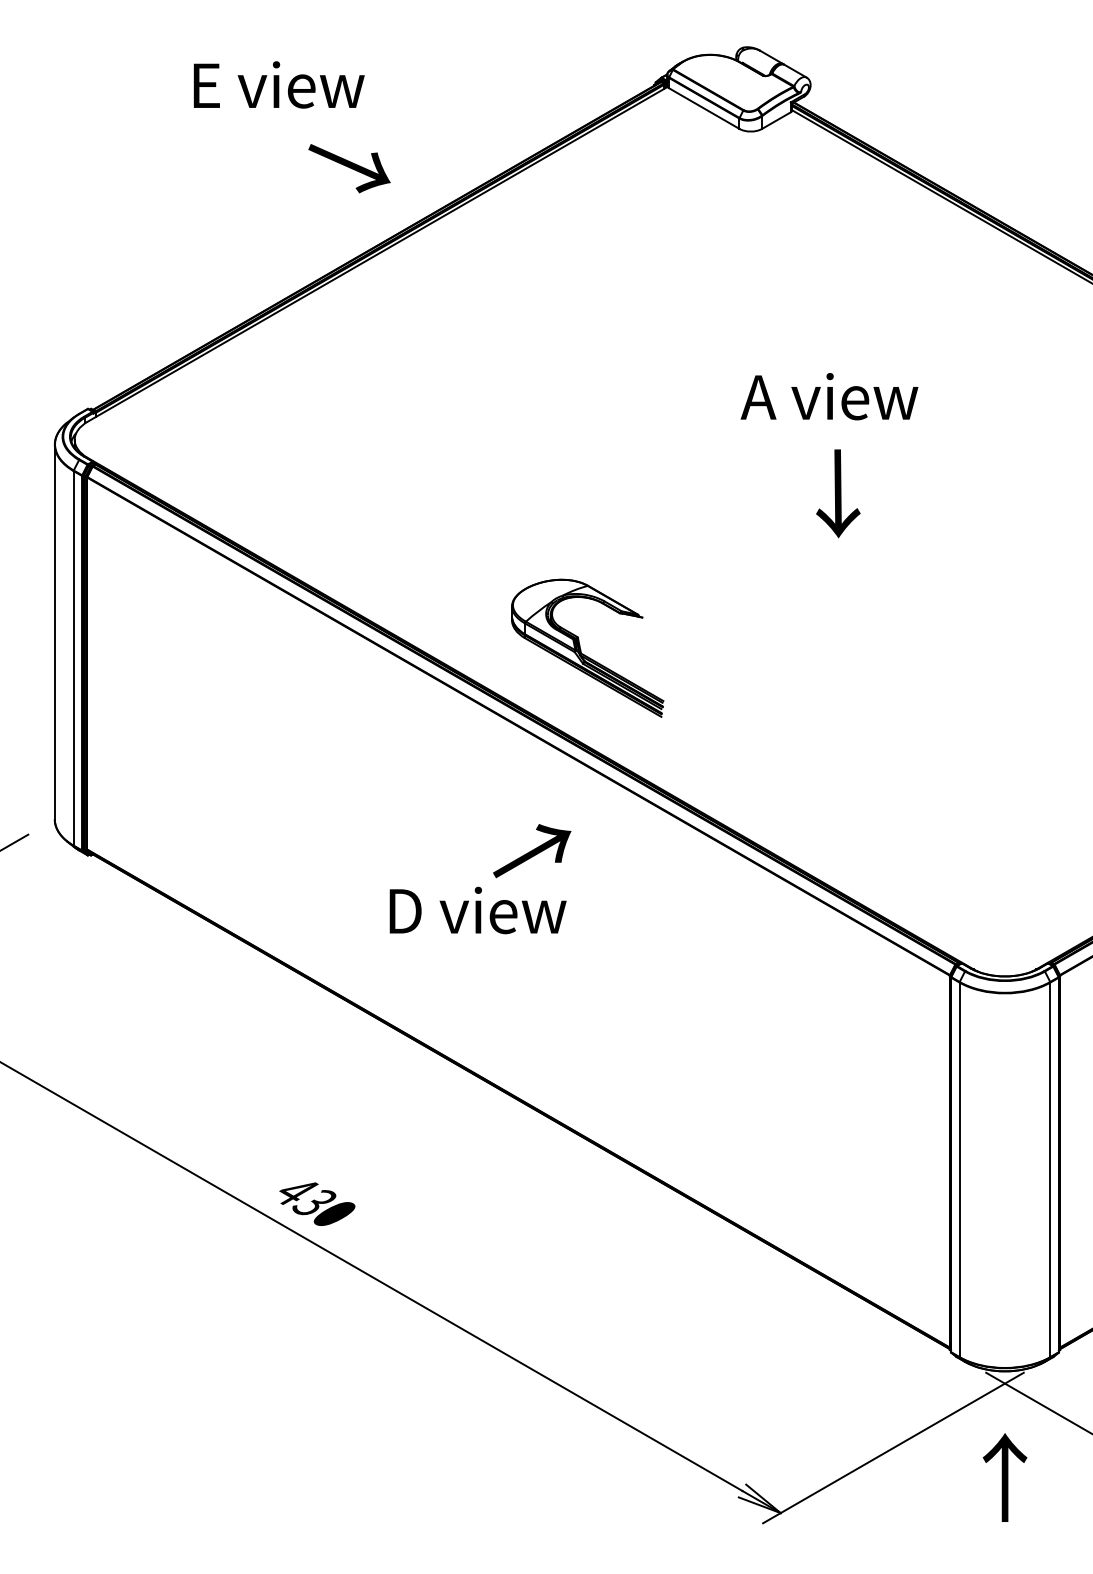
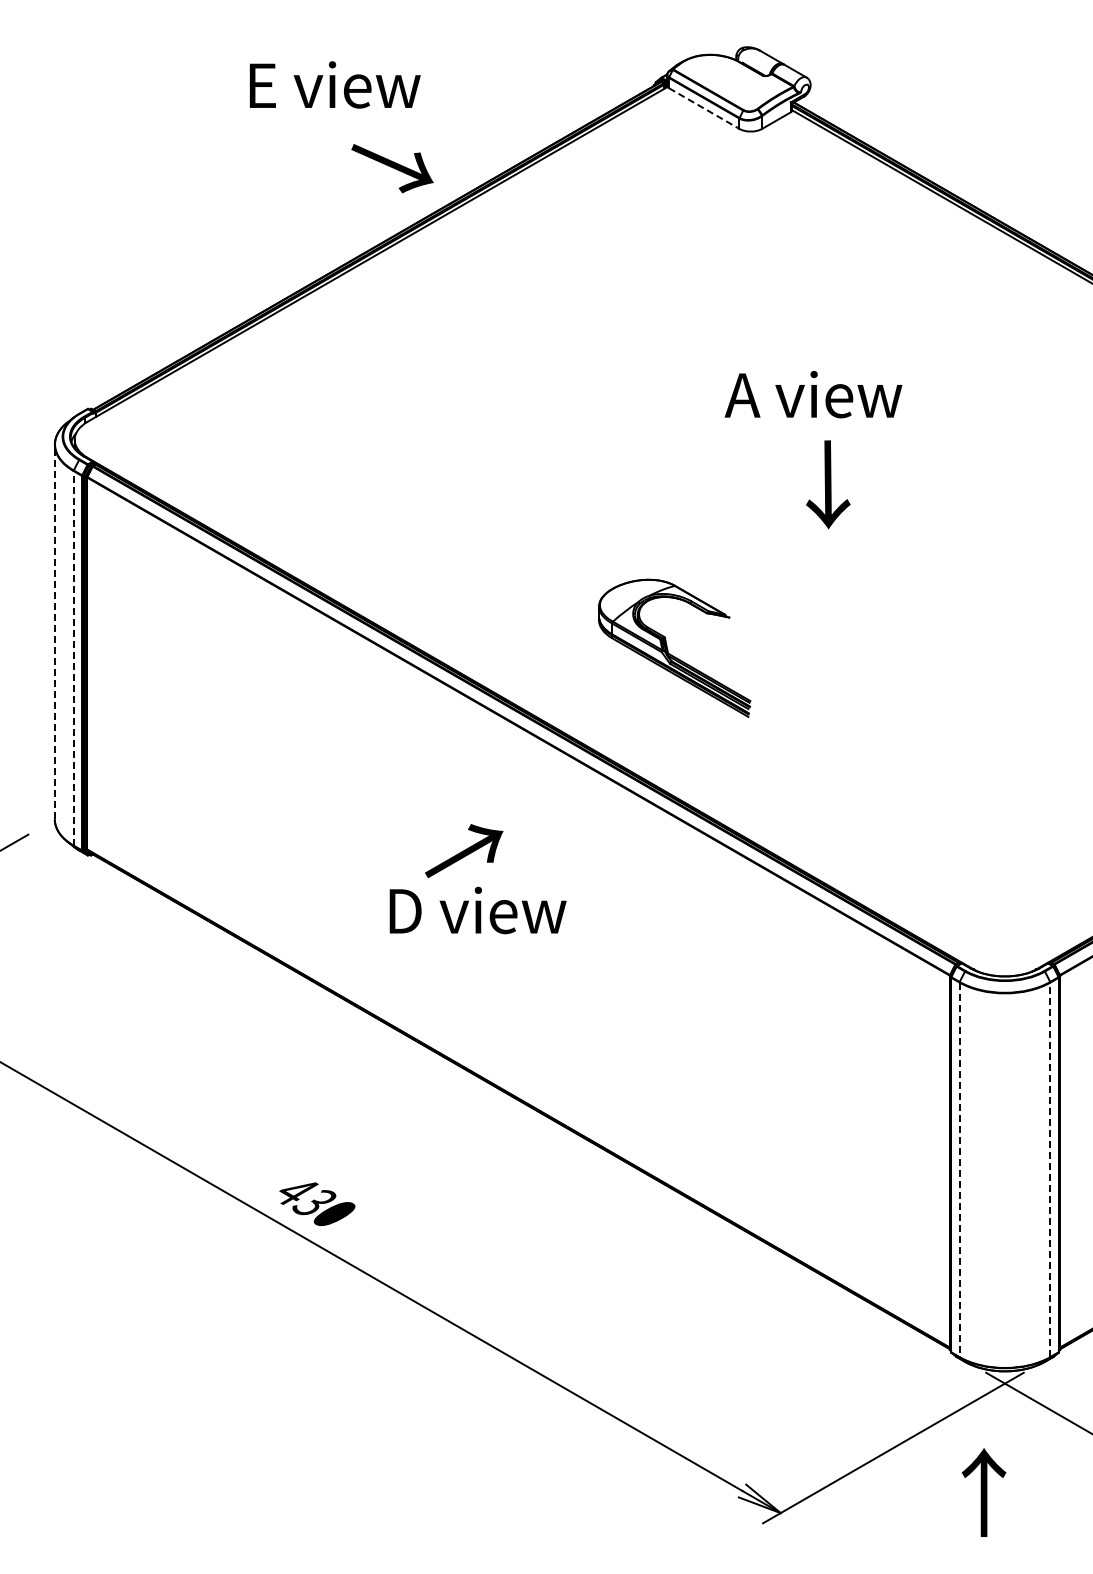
text at (278, 84) position: (278, 84) -> (334, 84)
line at (704, 108): solid -> dashed
text at (349, 168) position: (349, 168) -> (392, 168)
text at (829, 396) position: (829, 396) -> (813, 394)
text at (838, 493) position: (838, 493) -> (828, 484)
line at (54, 631): solid -> dashed
part at (581, 649) position: (581, 649) -> (668, 649)
line at (73, 657): solid -> dashed
text at (532, 851) position: (532, 851) -> (464, 851)
line at (1050, 1169): solid -> dashed
line at (959, 1170): solid -> dashed
text at (1004, 1477) position: (1004, 1477) -> (983, 1492)
